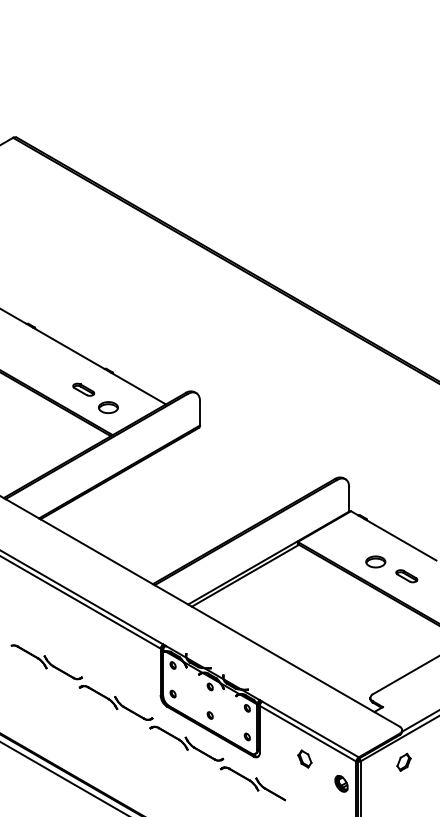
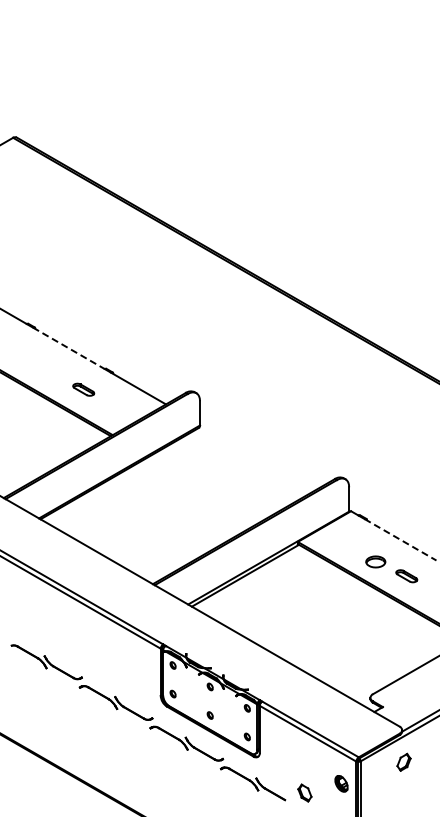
line at (69, 348): solid -> dashed
part at (108, 407): present -> none
line at (400, 540): solid -> dashed
part at (304, 758) position: (304, 758) -> (304, 792)
line at (63, 778): present -> none
